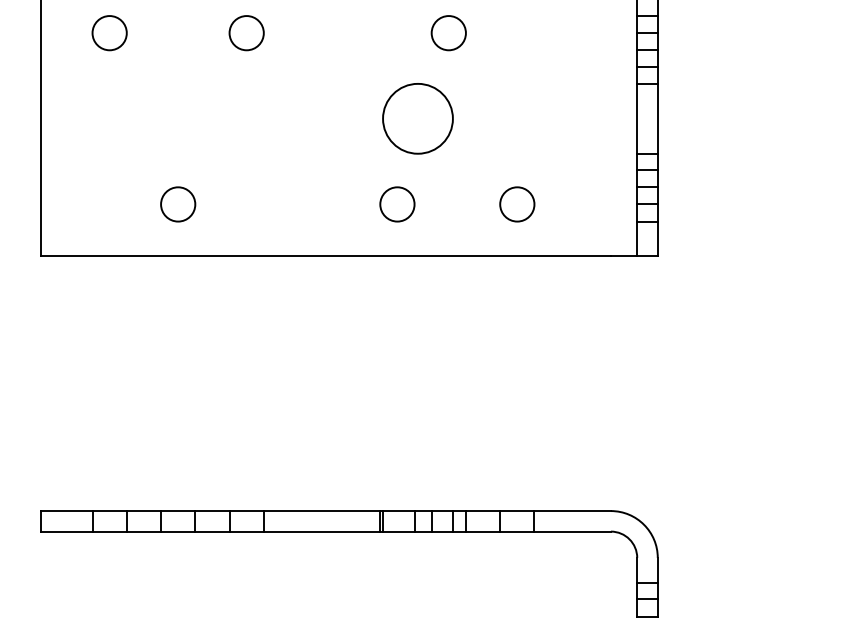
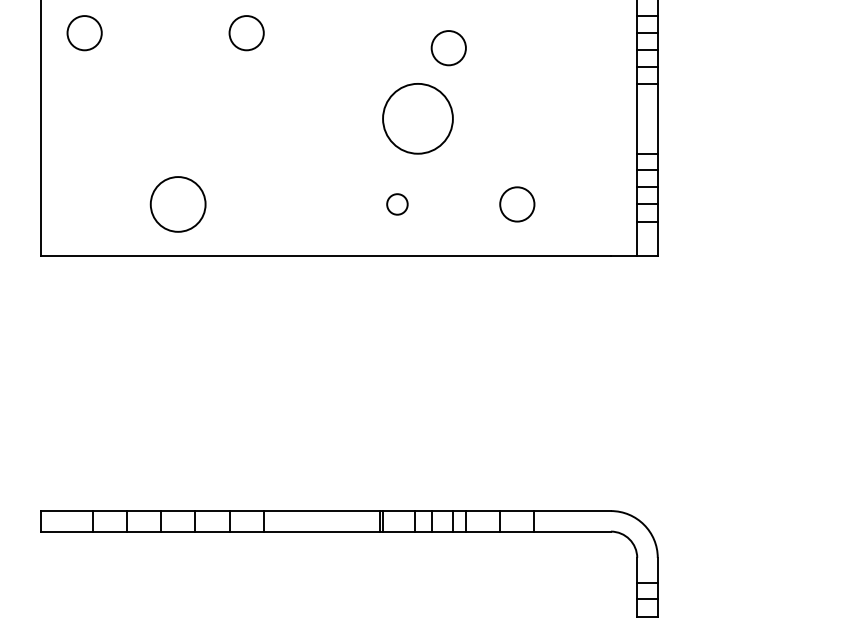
circle at (109, 33) position: (109, 33) -> (84, 33)
circle at (448, 33) position: (448, 33) -> (448, 48)
circle at (178, 204) diameter: 34 px -> 55 px
circle at (397, 204) diameter: 34 px -> 21 px
